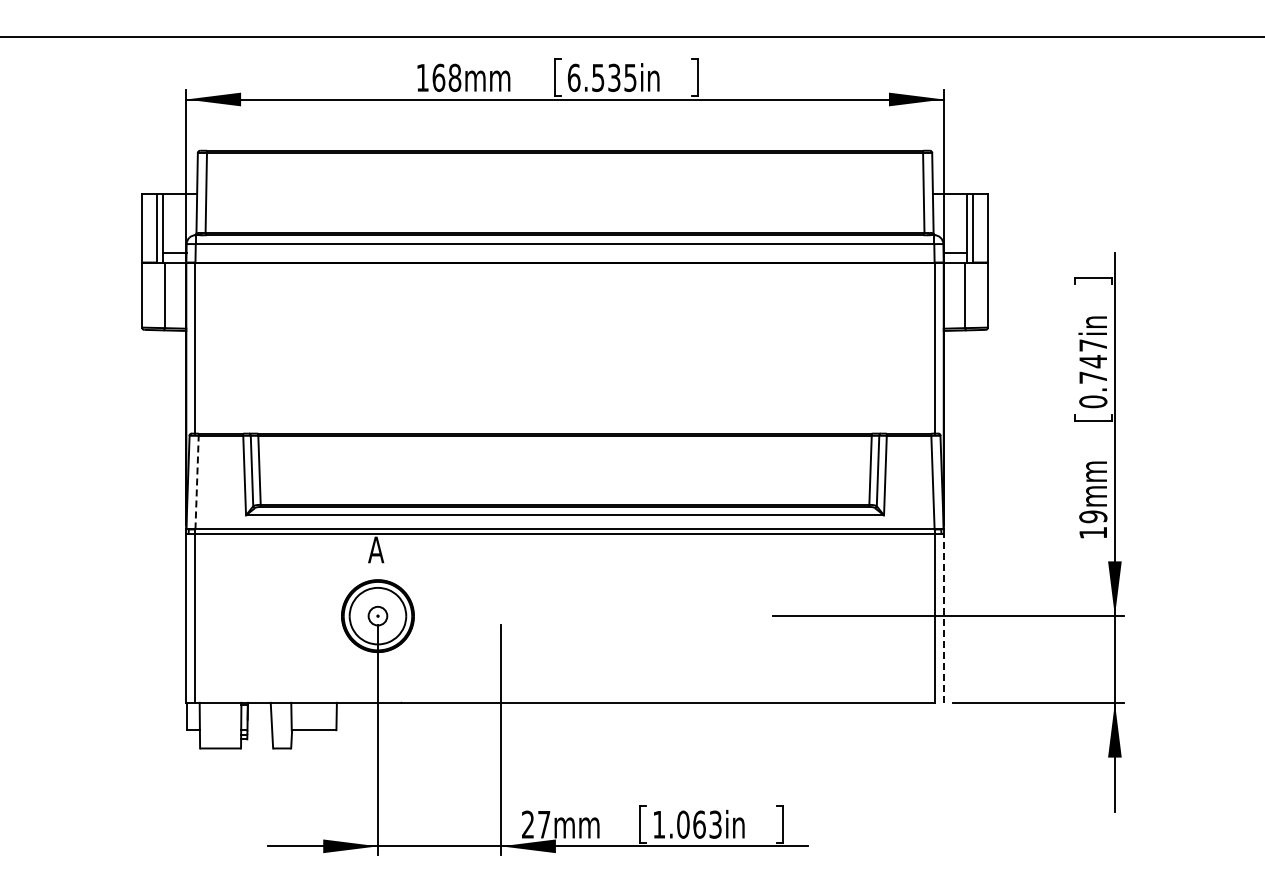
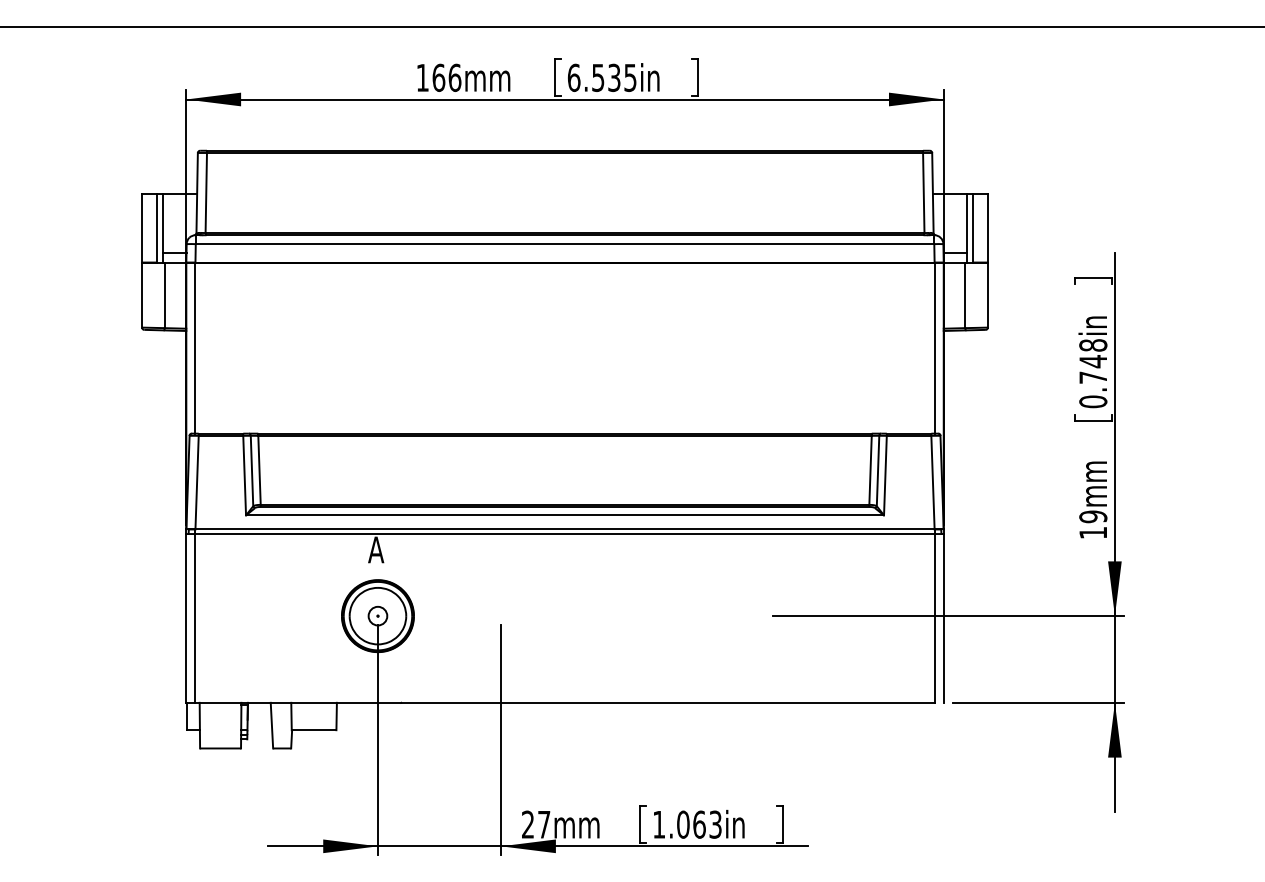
line at (631, 36) position: (631, 36) -> (631, 26)
text at (454, 77): 168mm -> 166mm
text at (1093, 345): 0.747in -> 0.748in
line at (197, 482): dashed -> solid
line at (943, 617): dashed -> solid
